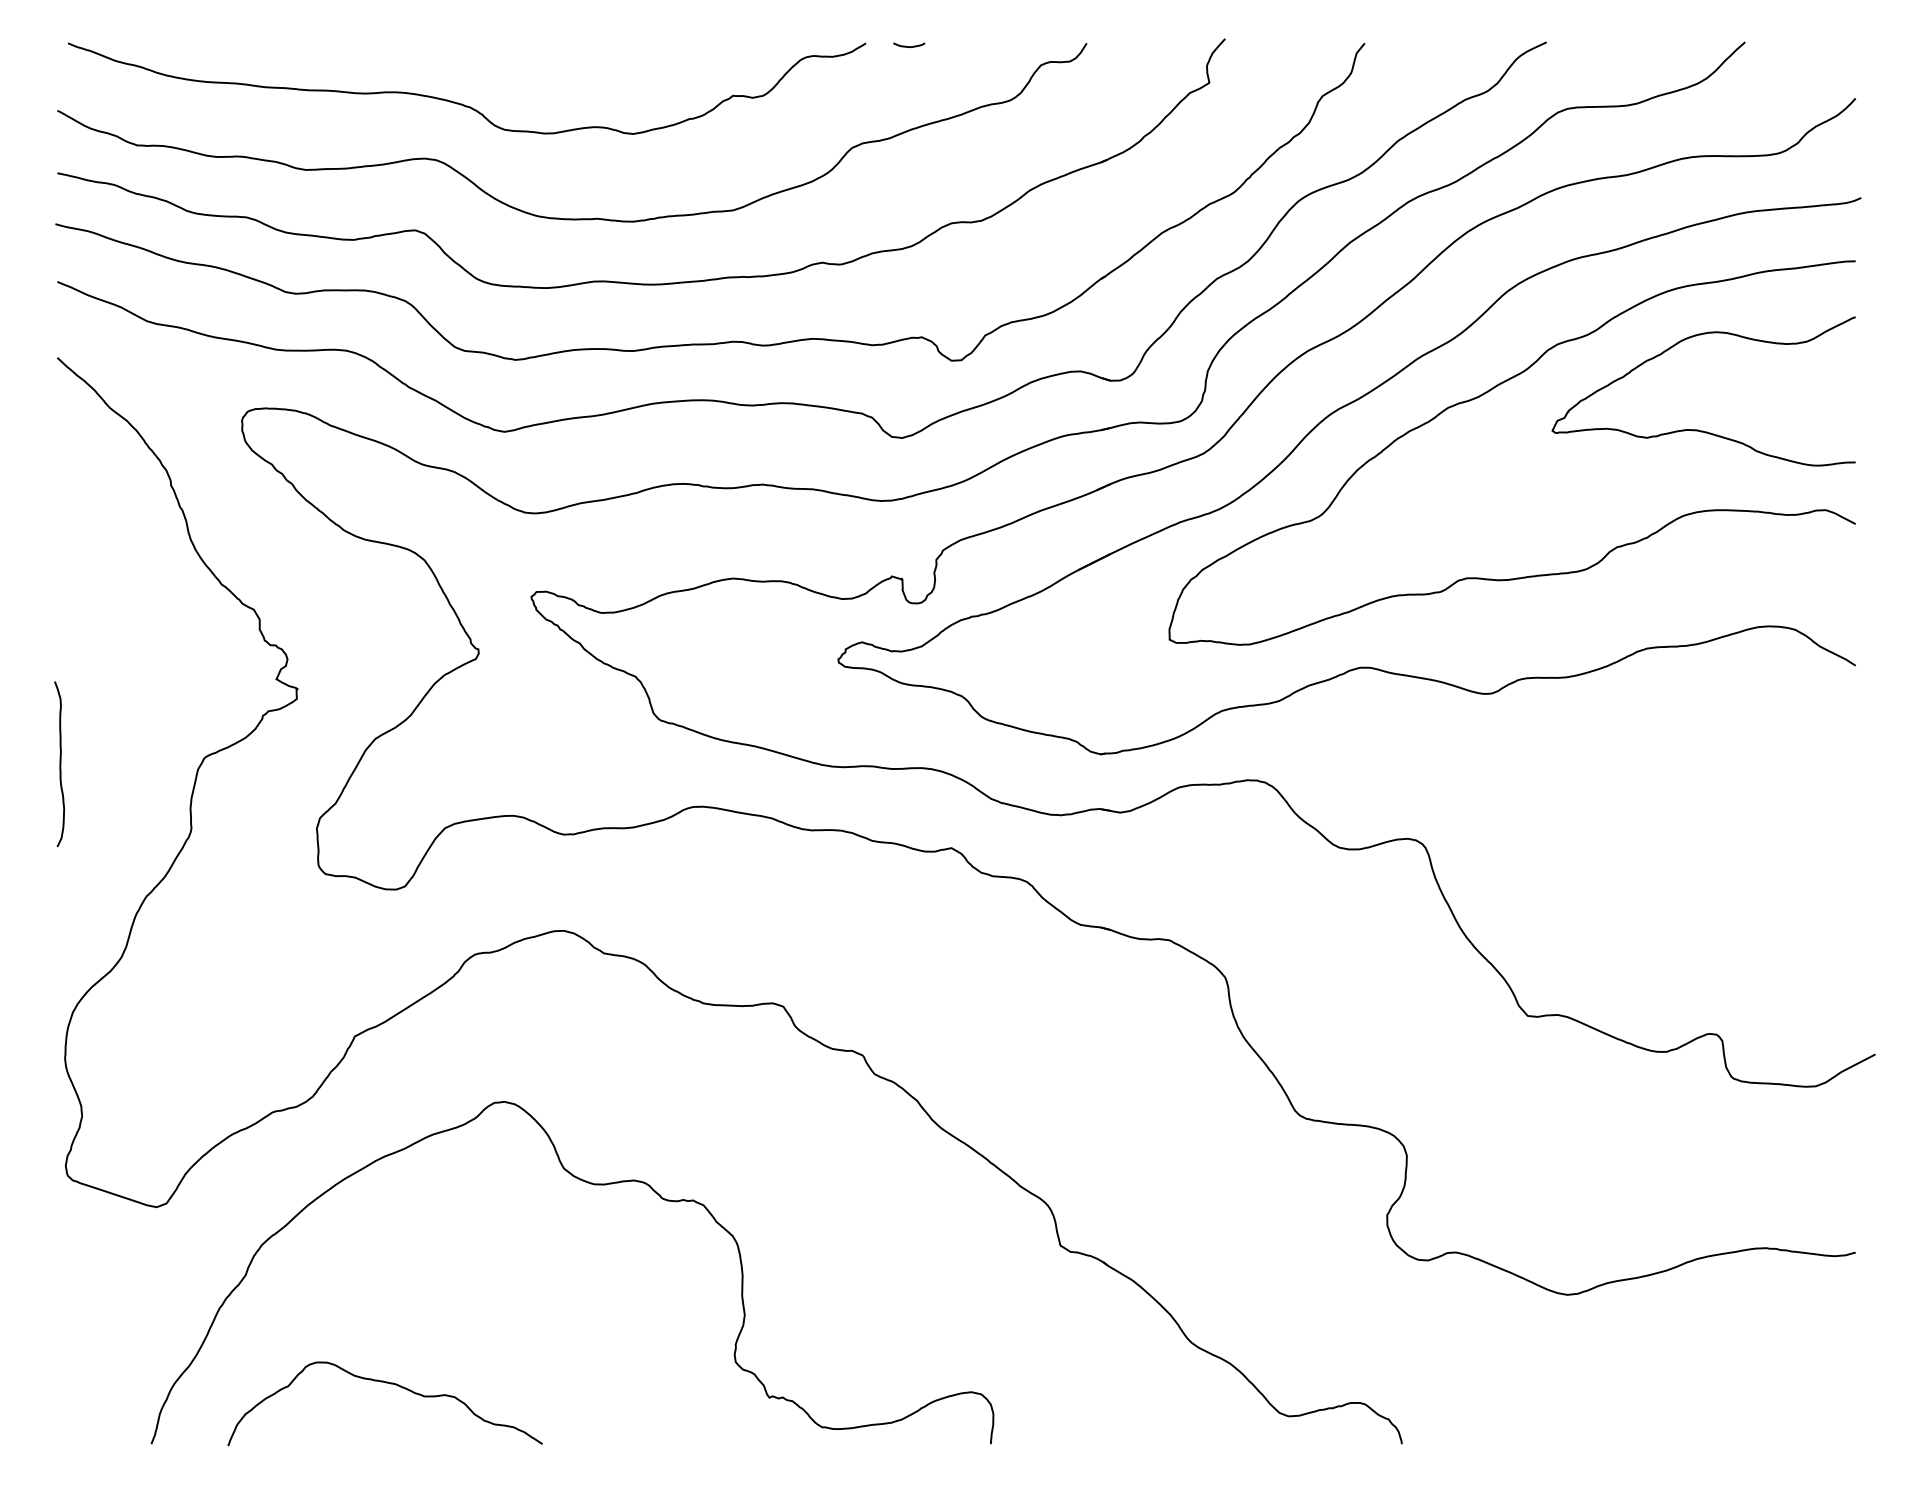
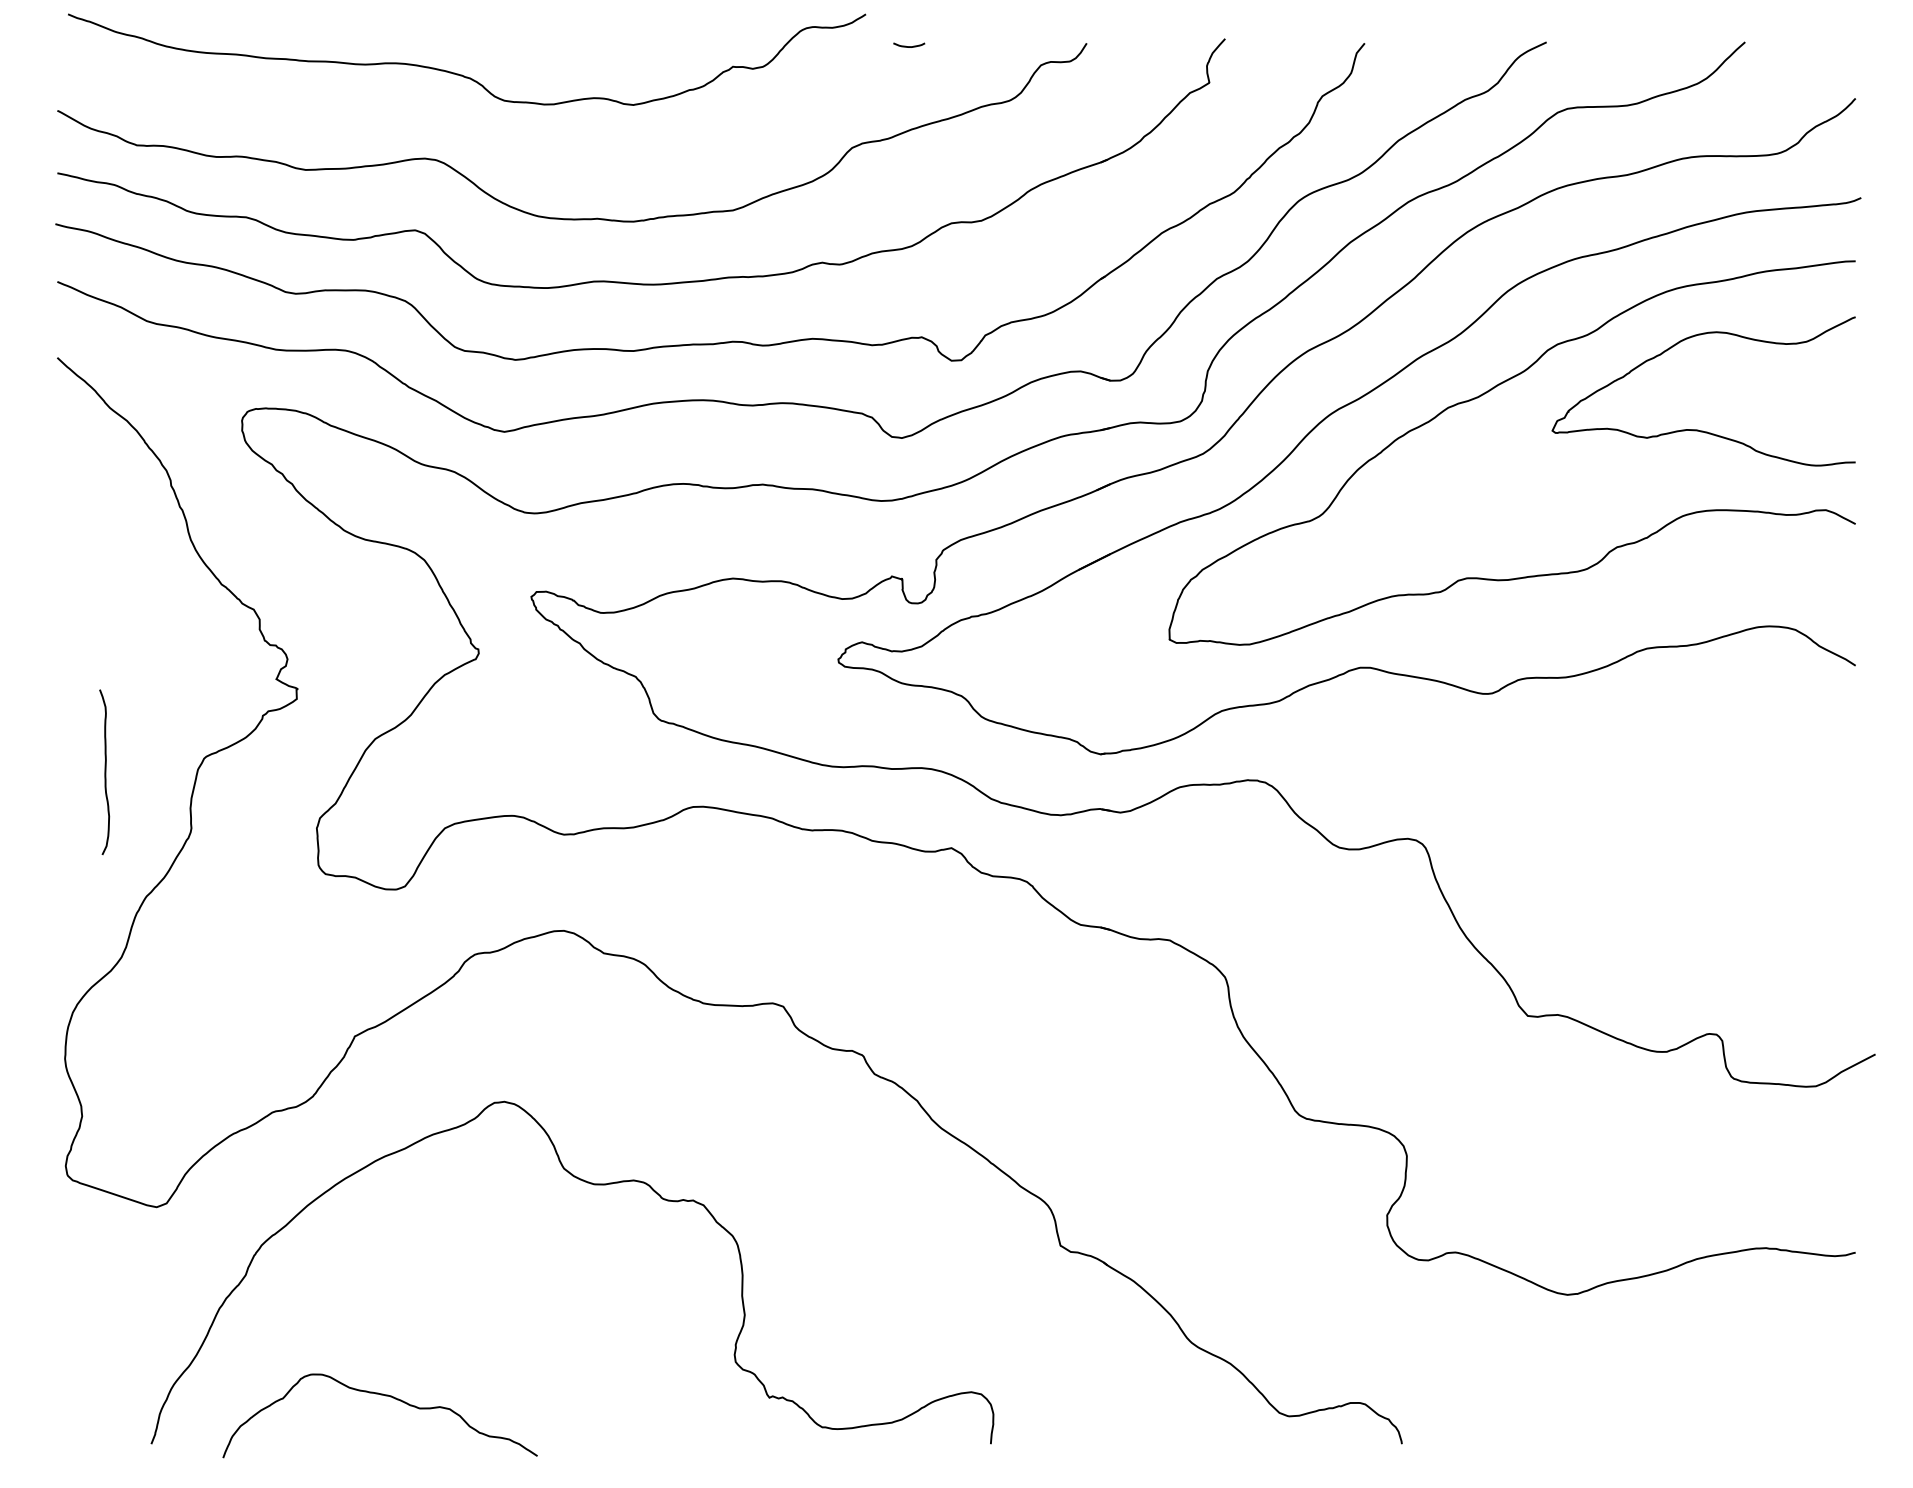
curve at (462, 103) position: (462, 103) -> (462, 74)
curve at (59, 763) position: (59, 763) -> (104, 771)
curve at (390, 1384) position: (390, 1384) -> (385, 1396)
